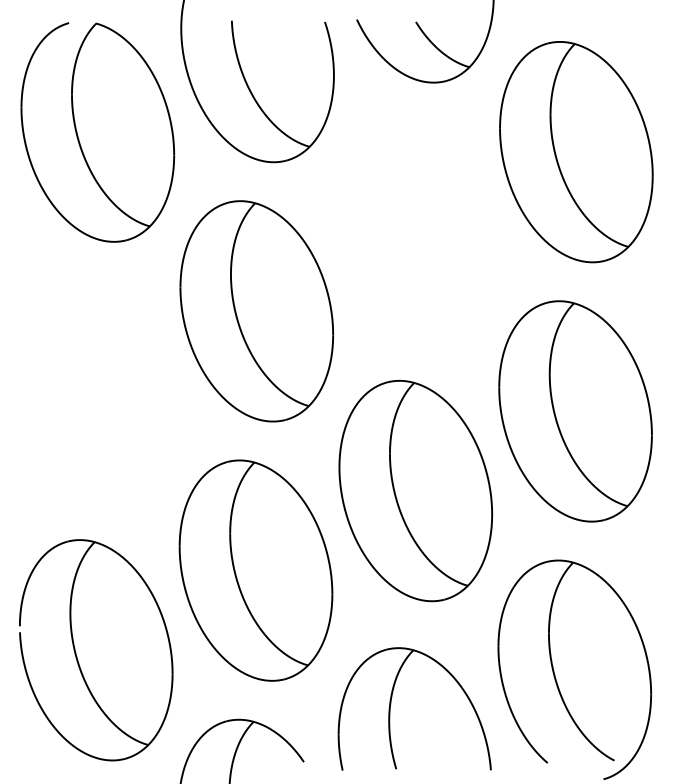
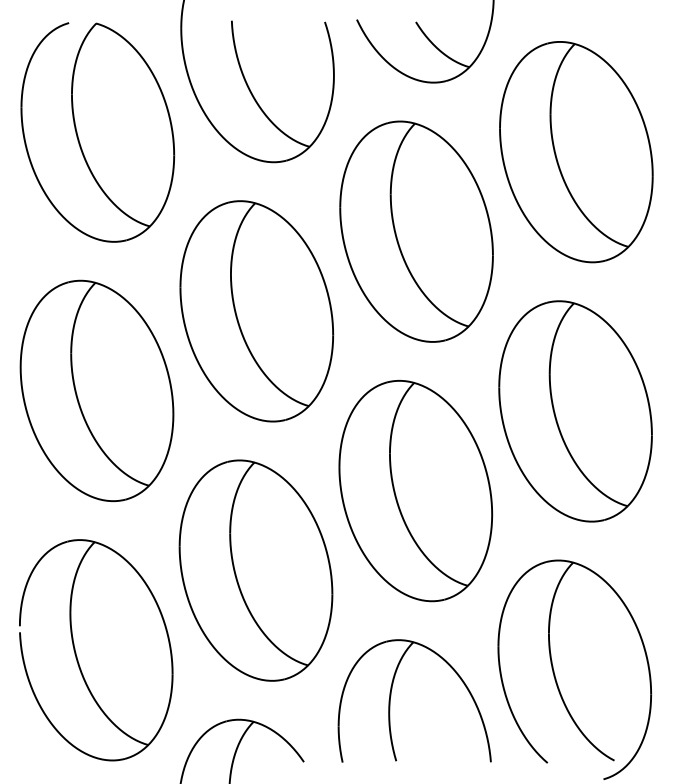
part at (416, 231): none -> present
part at (96, 390): none -> present
part at (391, 704) position: (391, 704) -> (391, 696)
